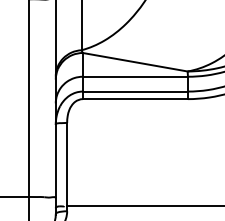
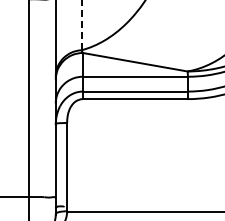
line at (81, 25): solid -> dashed
line at (144, 206) position: (144, 206) -> (144, 212)
